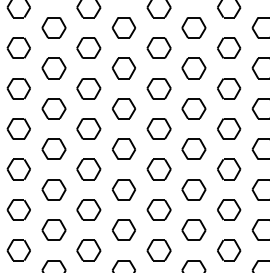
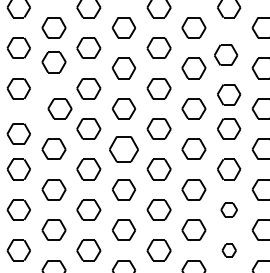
part at (229, 47) position: (229, 47) -> (226, 54)
part at (53, 68) position: (53, 68) -> (53, 62)
part at (229, 88) position: (229, 88) -> (229, 94)
part at (53, 108) position: (53, 108) -> (59, 108)
part at (18, 128) position: (18, 128) -> (18, 133)
part at (123, 148) size: 24x22 px -> 30x27 px
part at (229, 209) size: 25x22 px -> 18x16 px
part at (229, 250) size: 25x23 px -> 16x15 px
